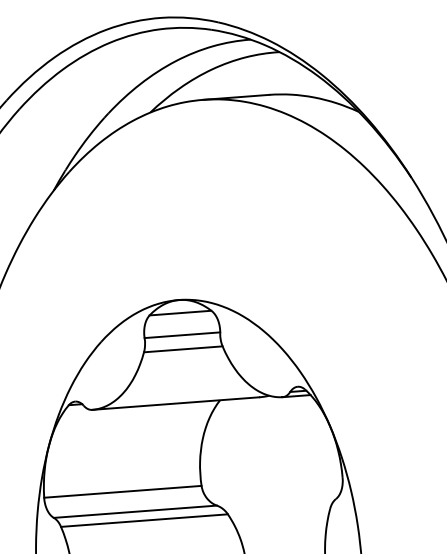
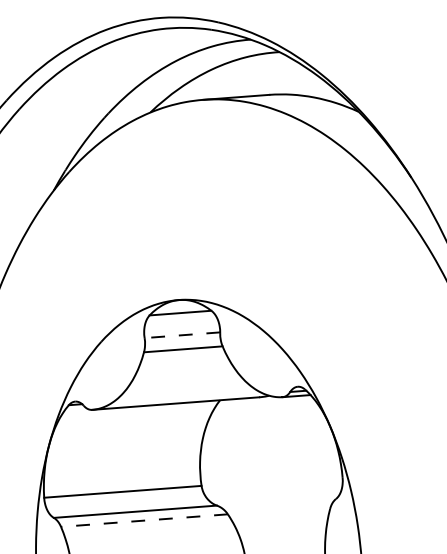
line at (182, 335): solid -> dashed
line at (144, 520): solid -> dashed
